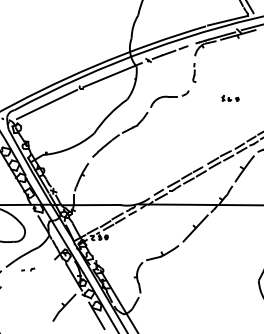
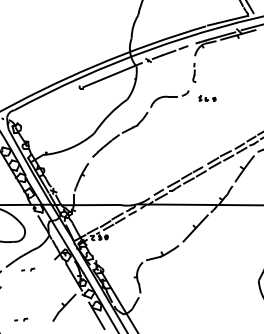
part at (230, 98) position: (230, 98) -> (207, 98)
line at (46, 104): present -> none
part at (21, 319): none -> present
